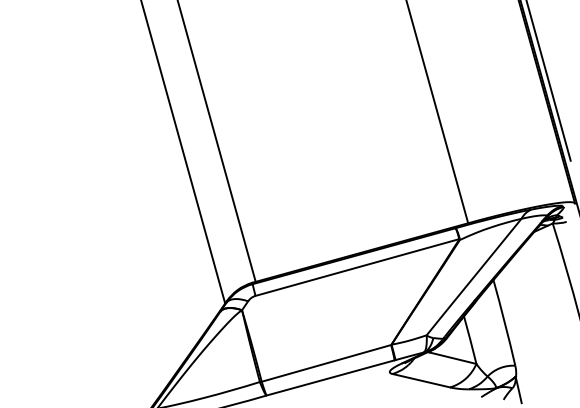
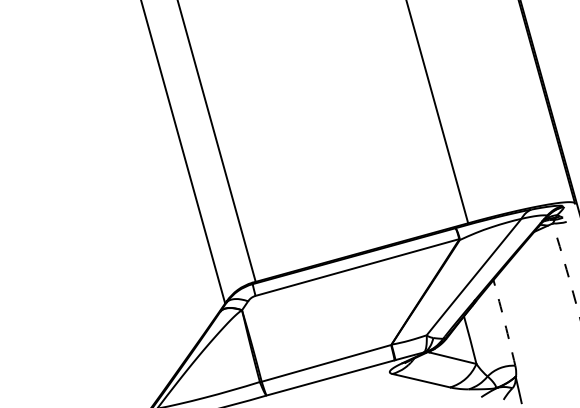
line at (548, 81): present -> none
arc at (566, 269): solid -> dashed
arc at (504, 322): solid -> dashed
